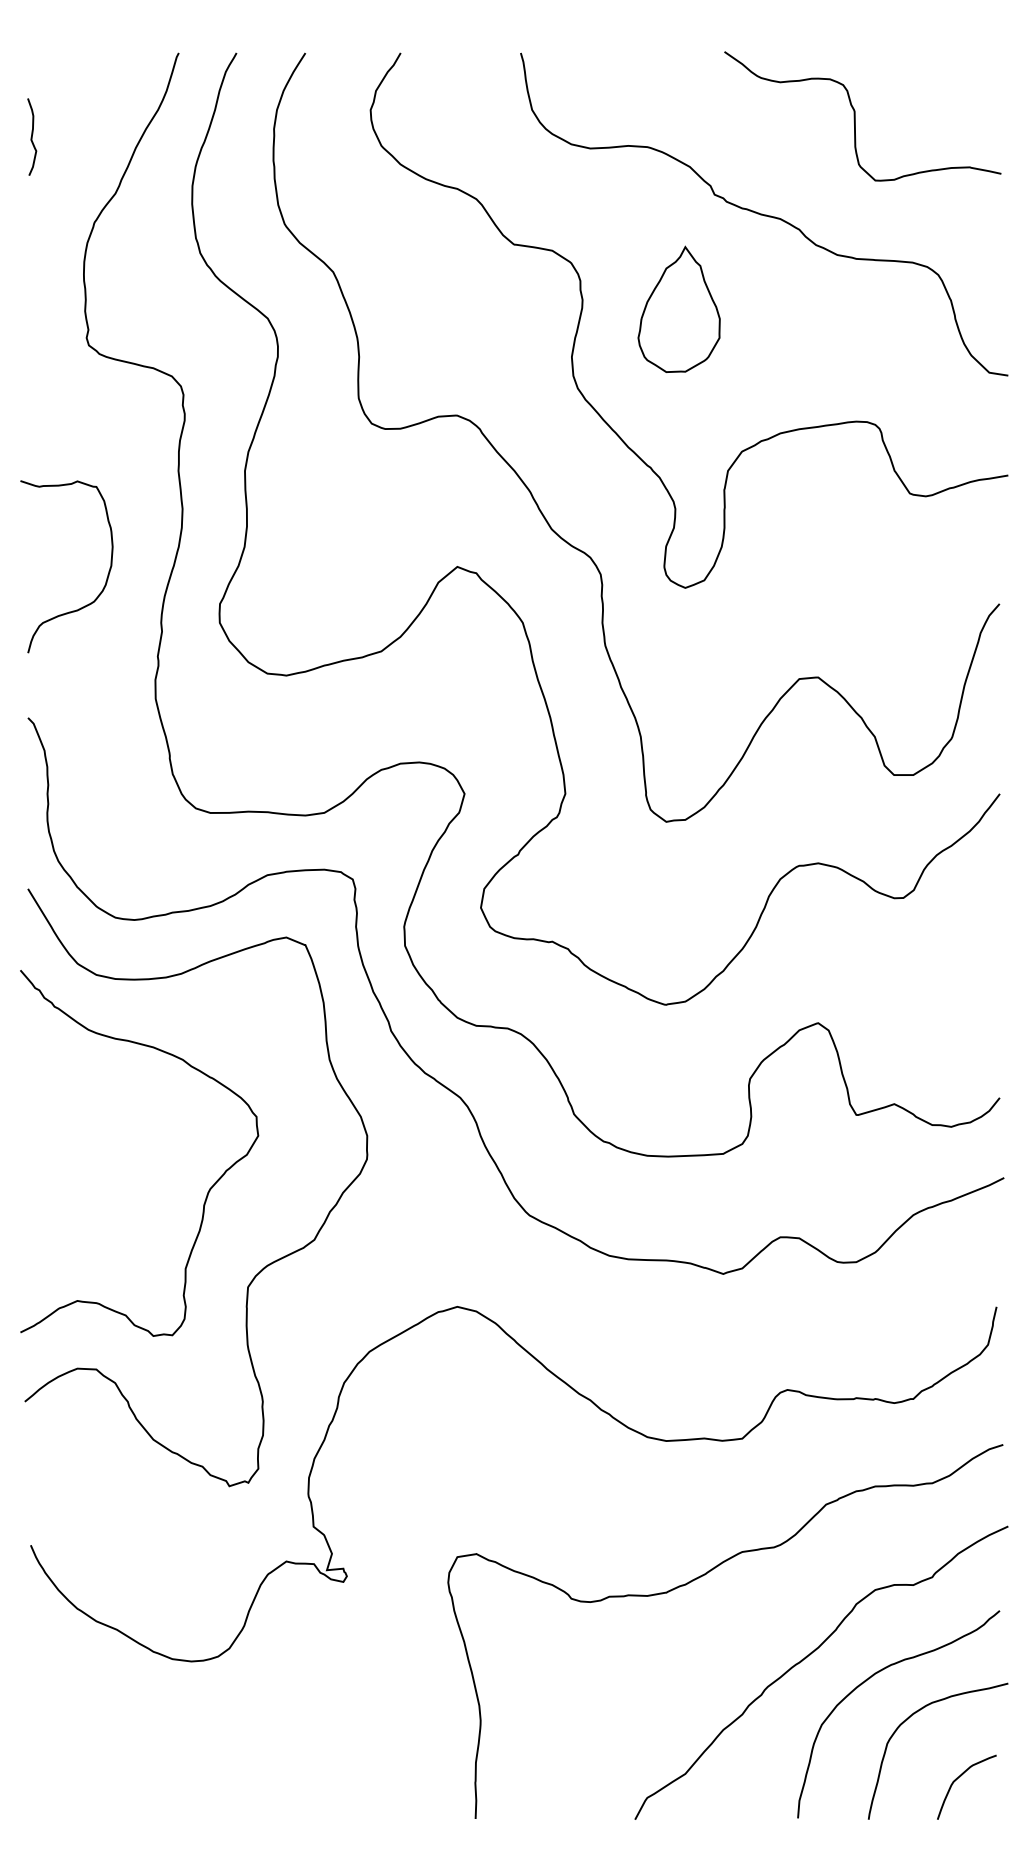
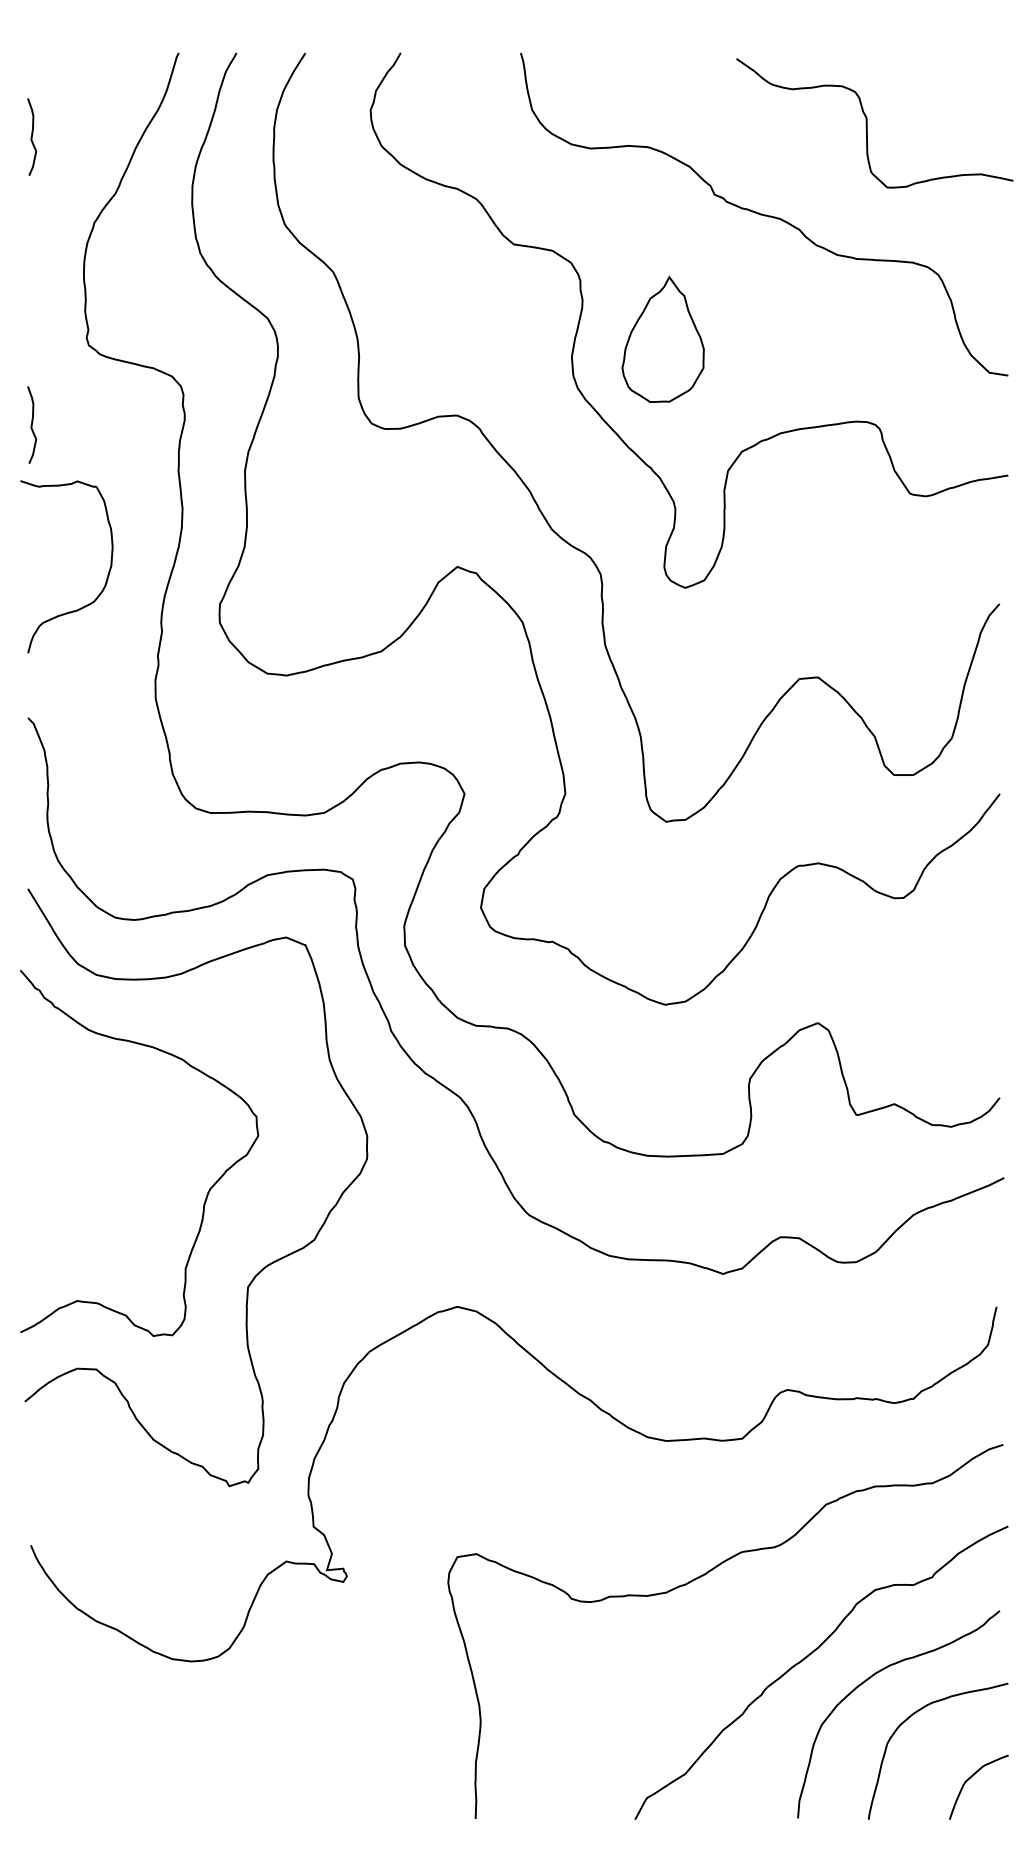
curve at (855, 116) position: (855, 116) -> (867, 123)
part at (678, 308) position: (678, 308) -> (662, 338)
curve at (32, 424): none -> present
curve at (961, 1776) position: (961, 1776) -> (973, 1776)
